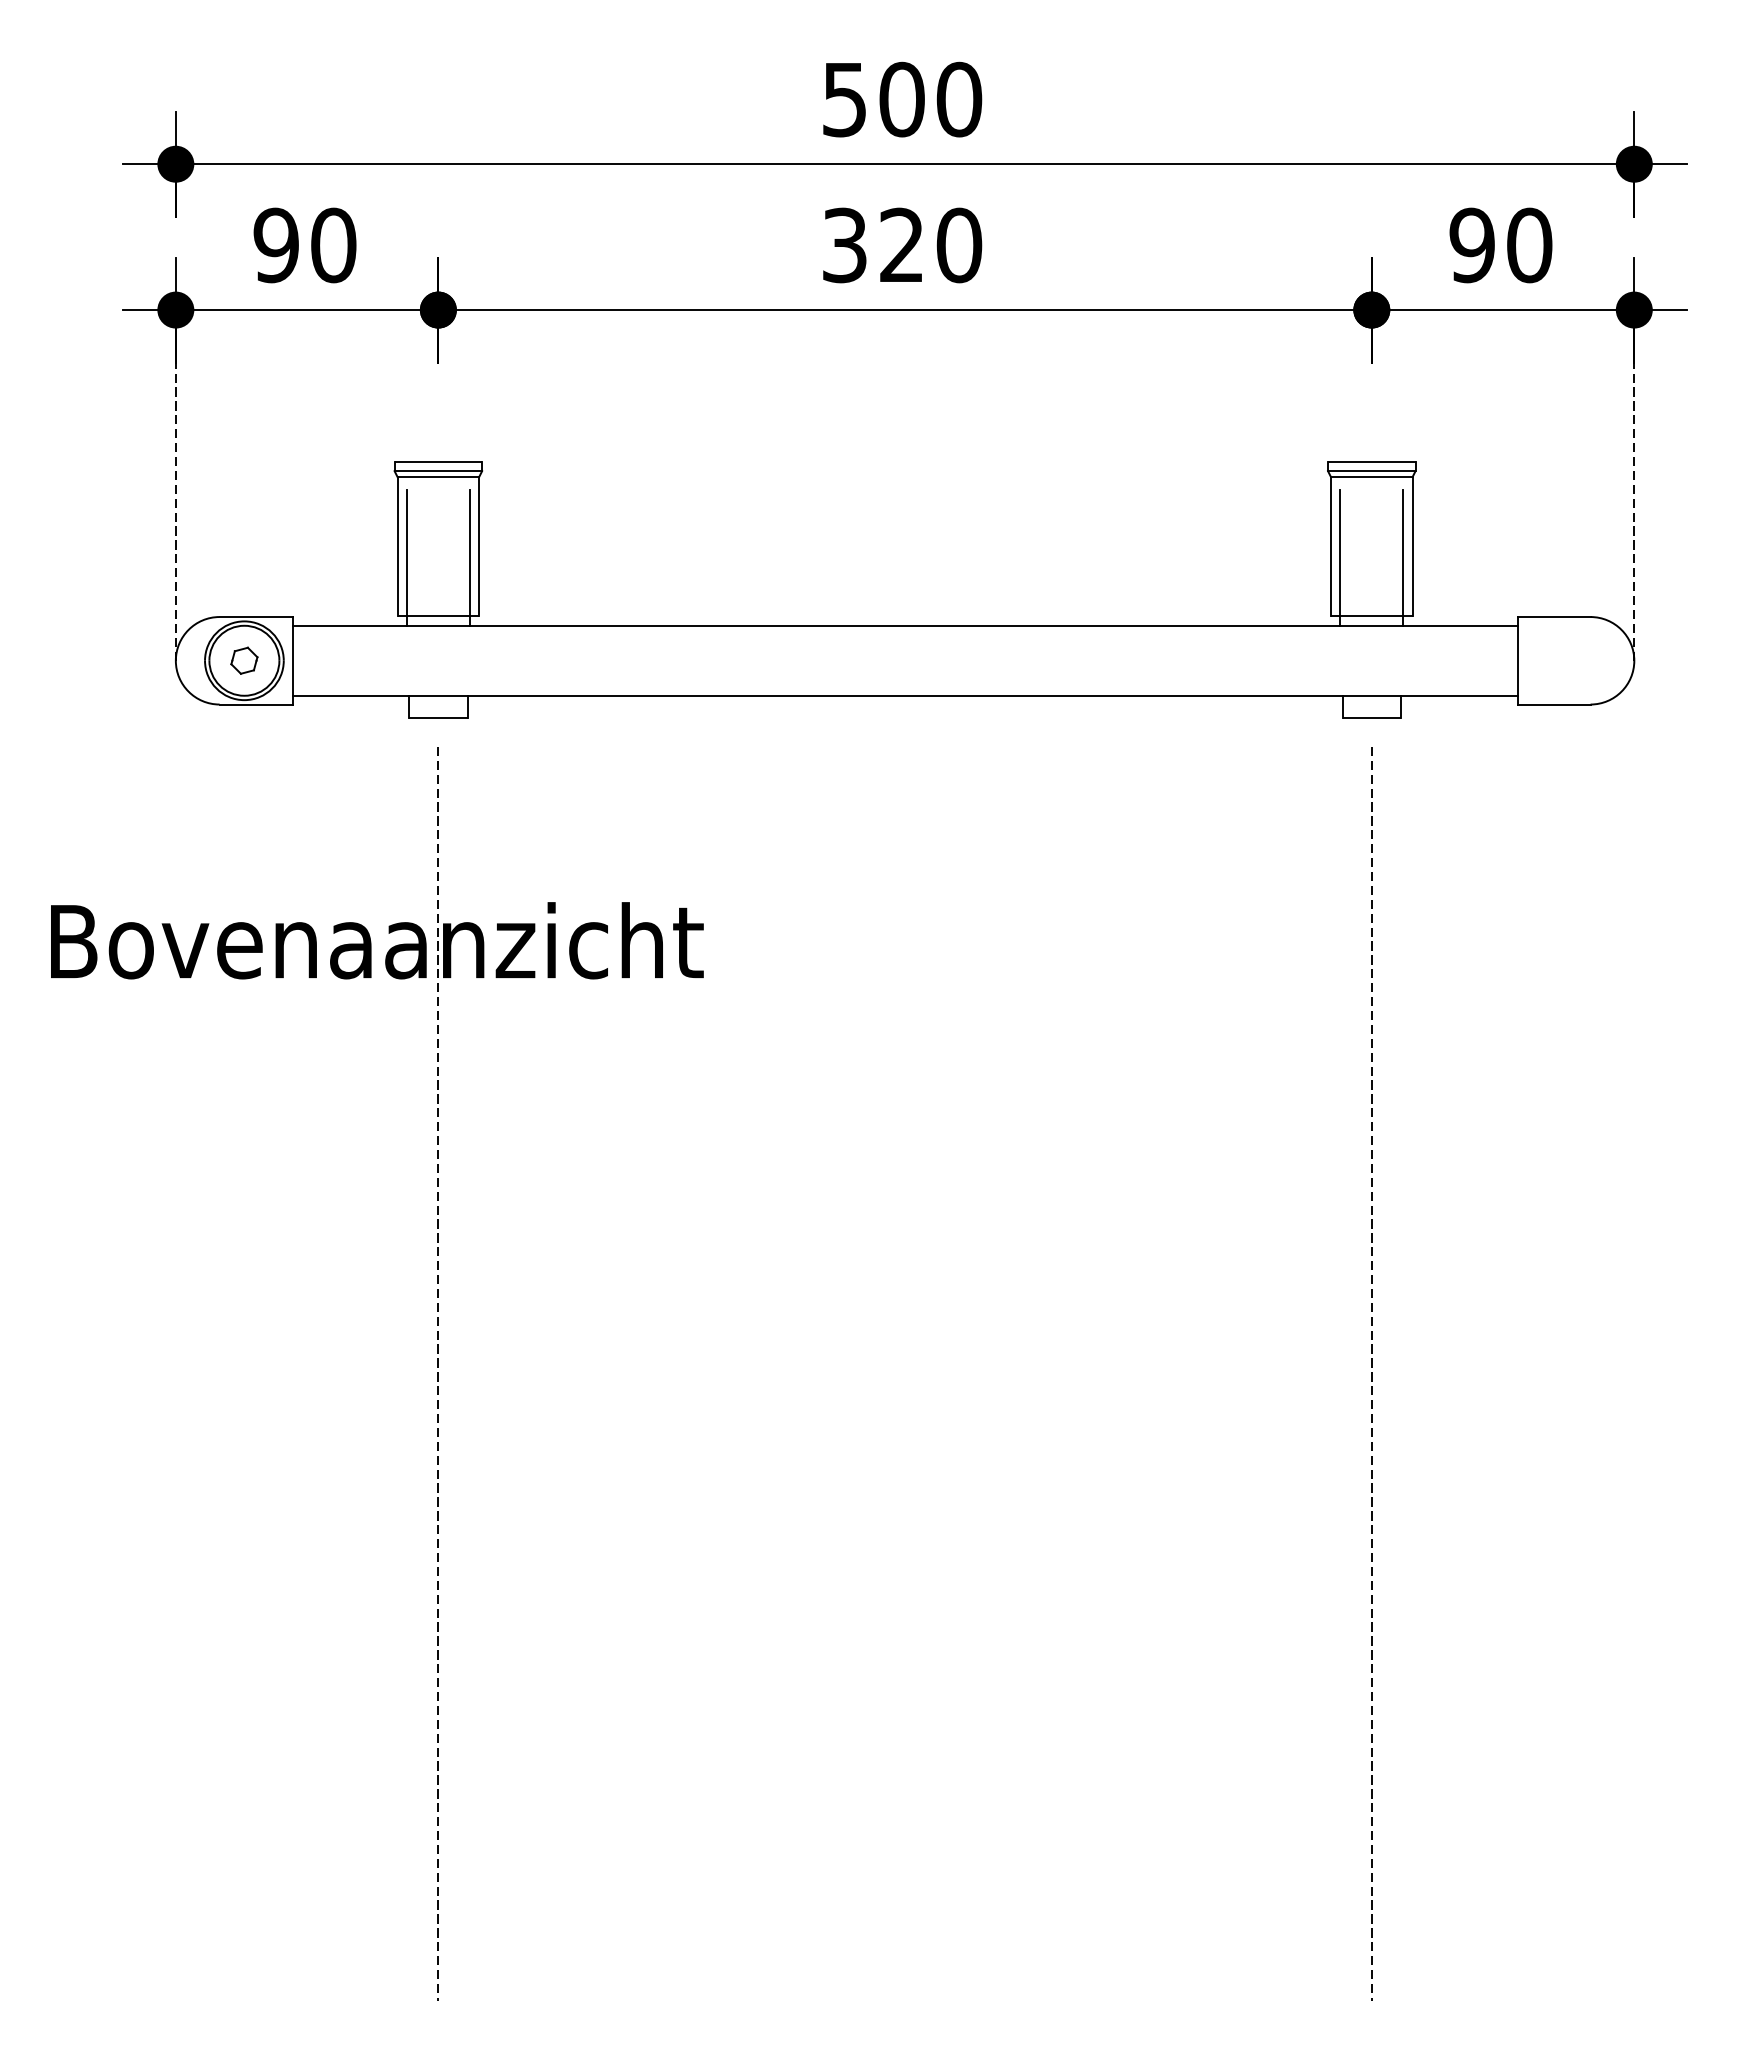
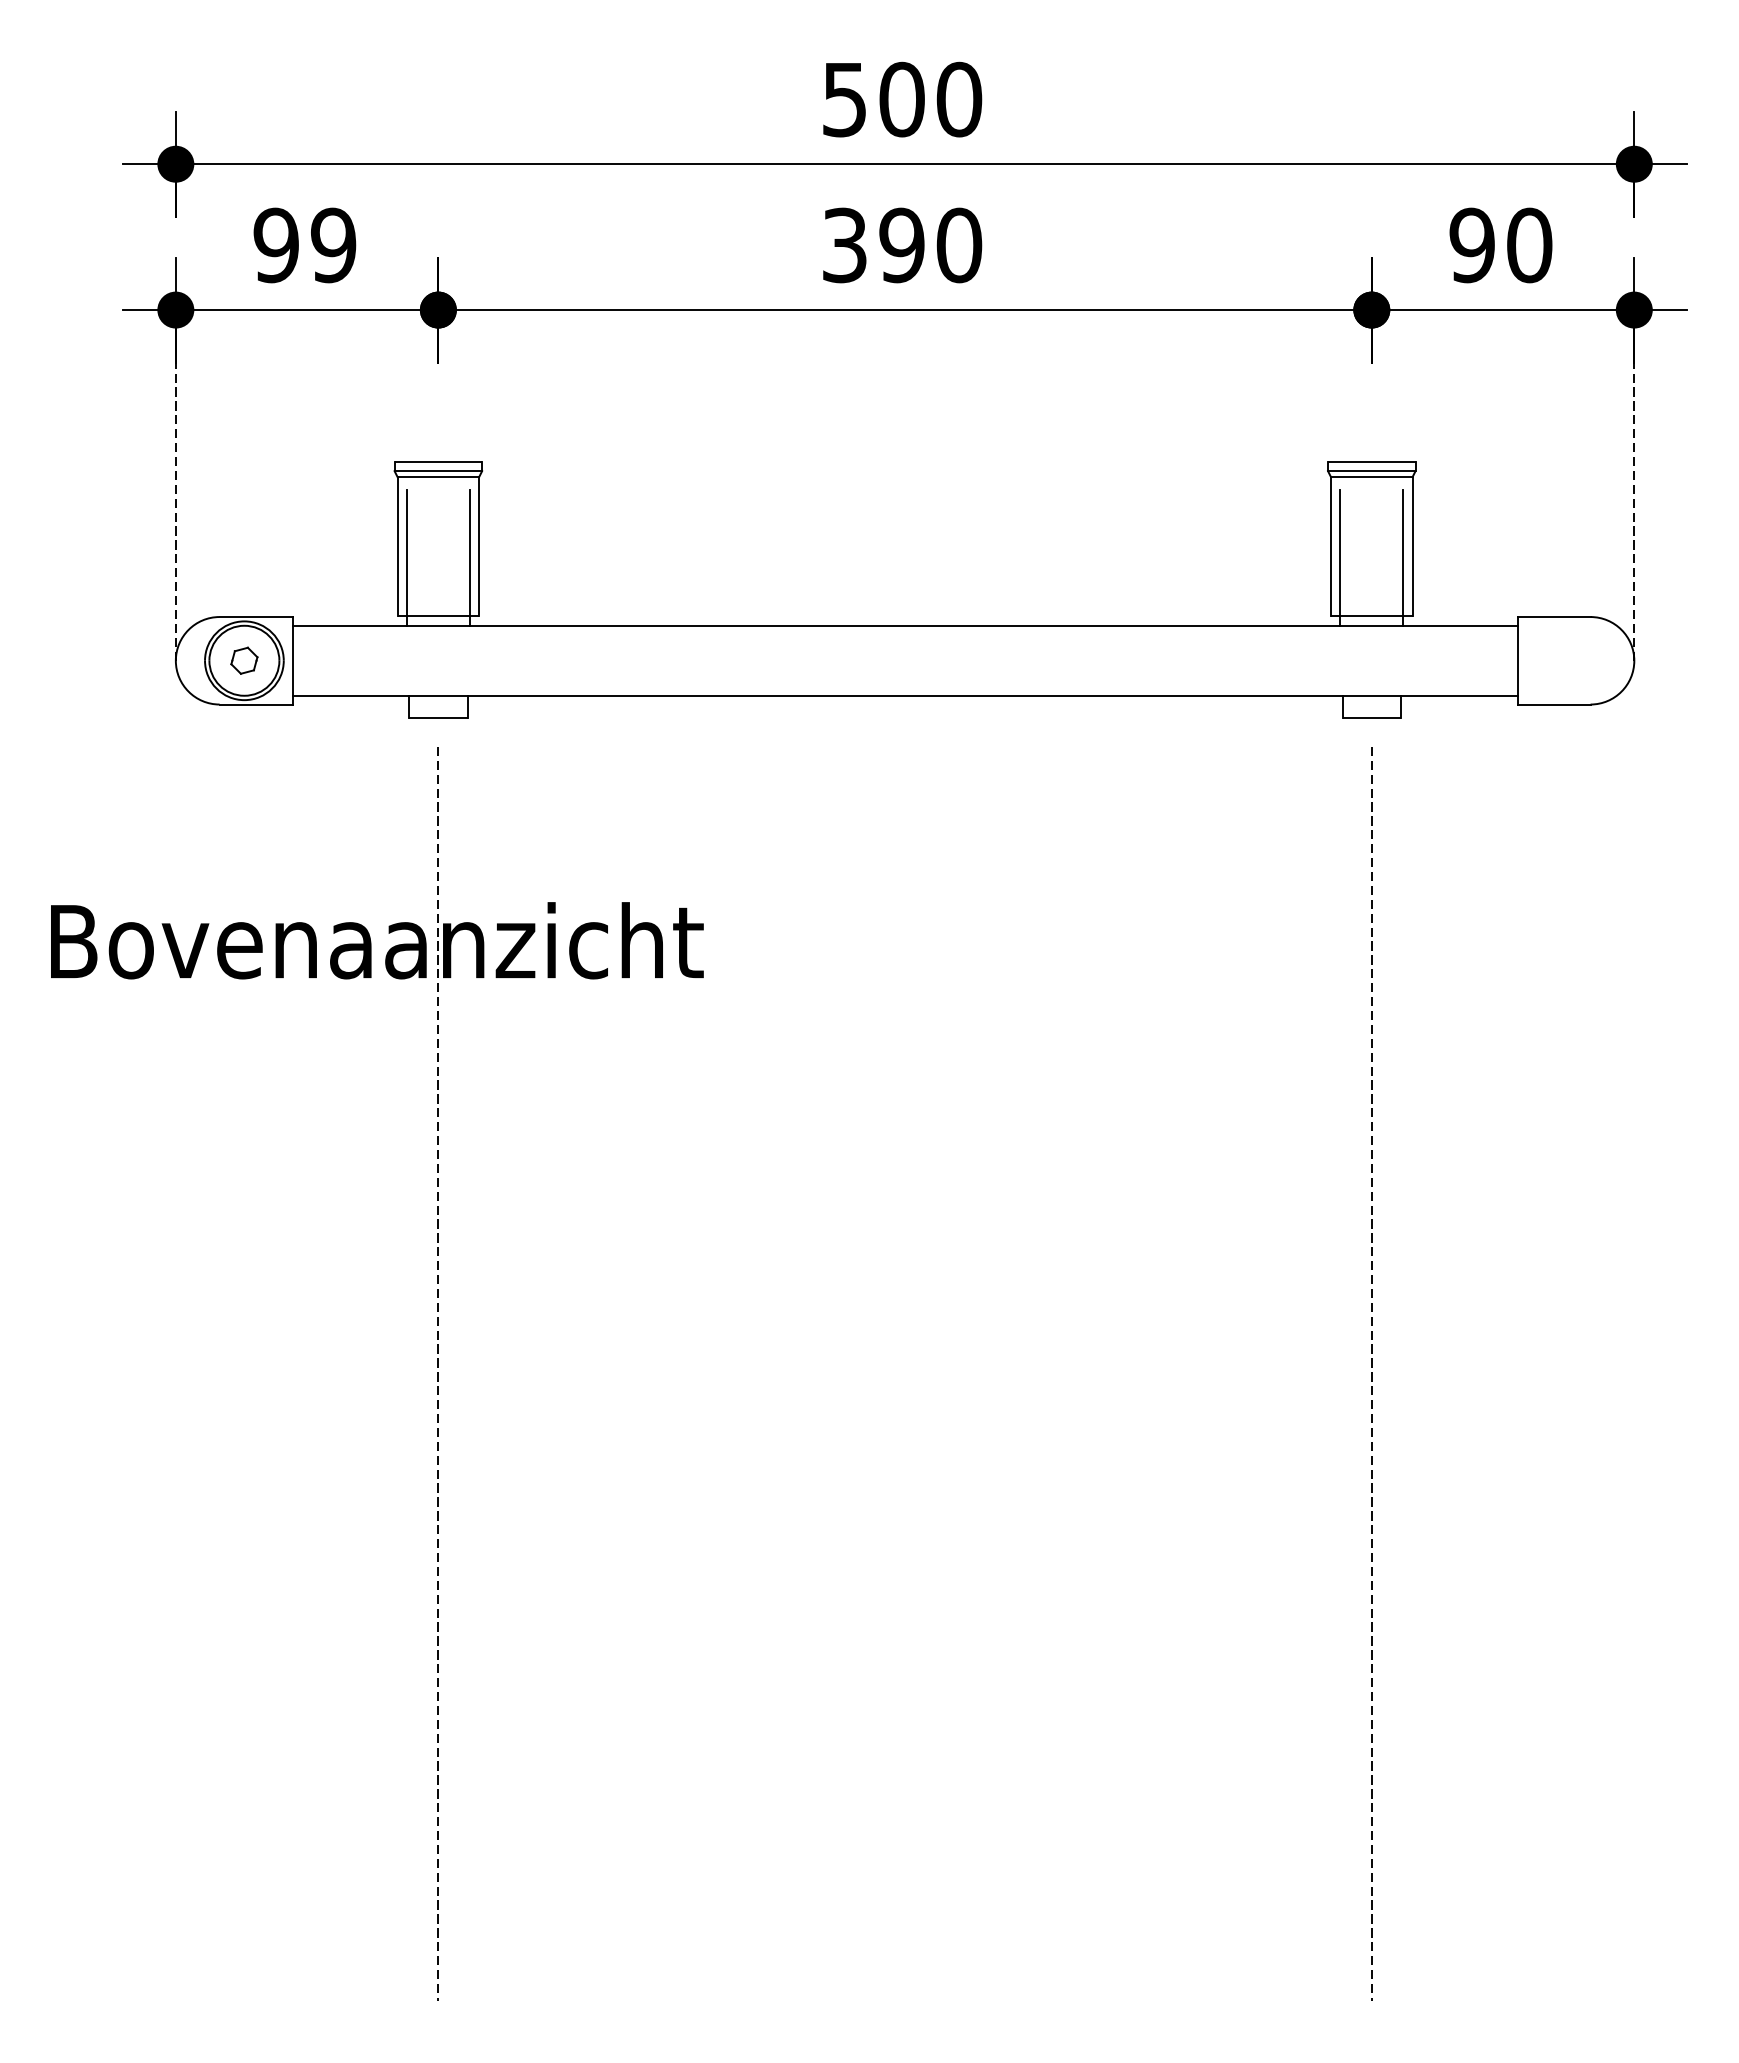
text at (333, 245): 90 -> 99
text at (901, 245): 320 -> 390
